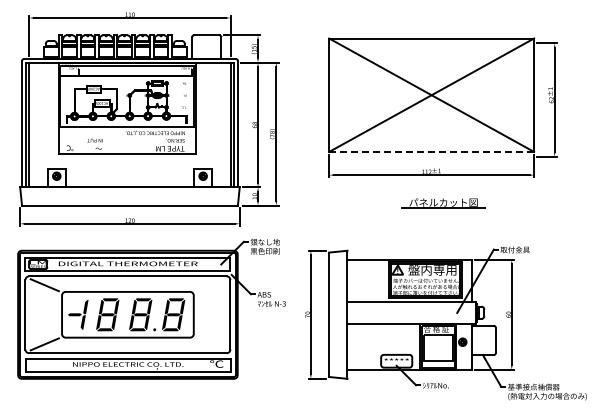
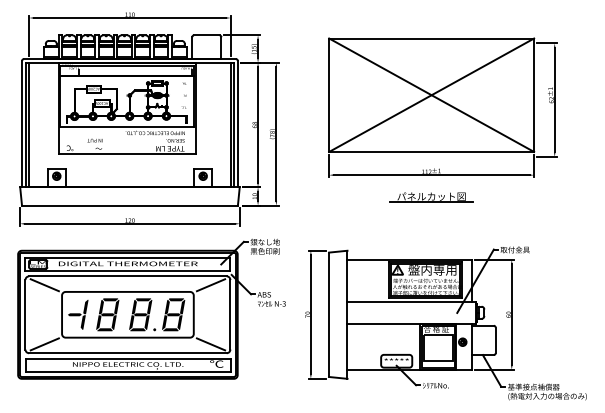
line at (431, 151): dashed -> solid
part at (443, 203) position: (443, 203) -> (431, 197)
line at (210, 285): none -> present
line at (210, 344): none -> present
